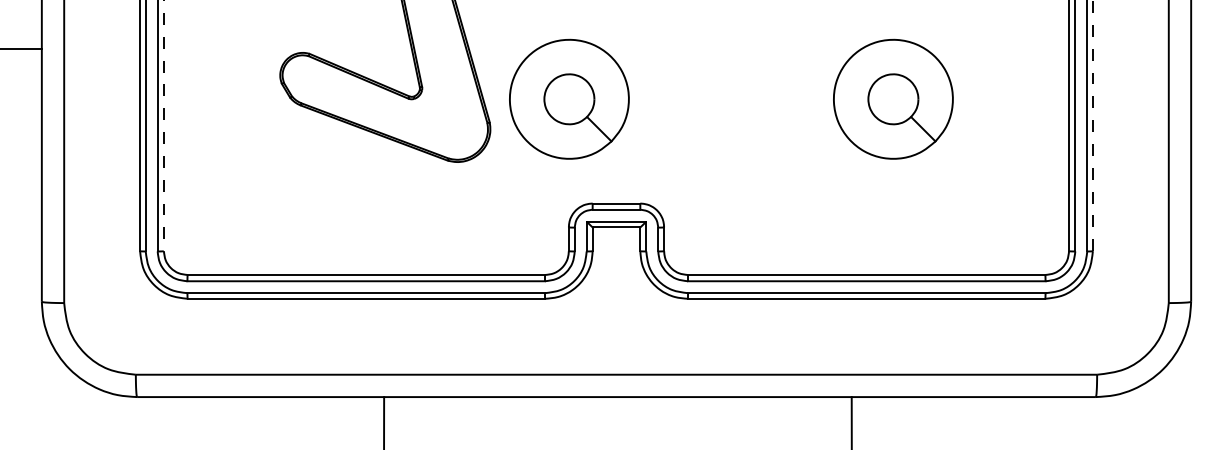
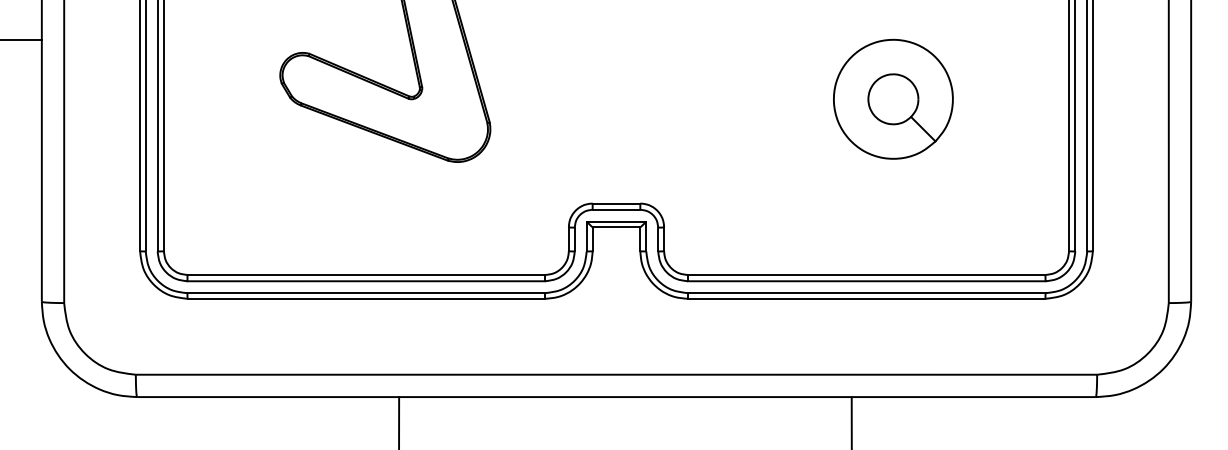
line at (21, 48) position: (21, 48) -> (21, 39)
part at (569, 98): present -> none
line at (1092, 125): dashed -> solid
line at (163, 126): dashed -> solid
line at (384, 421) position: (384, 421) -> (399, 421)
